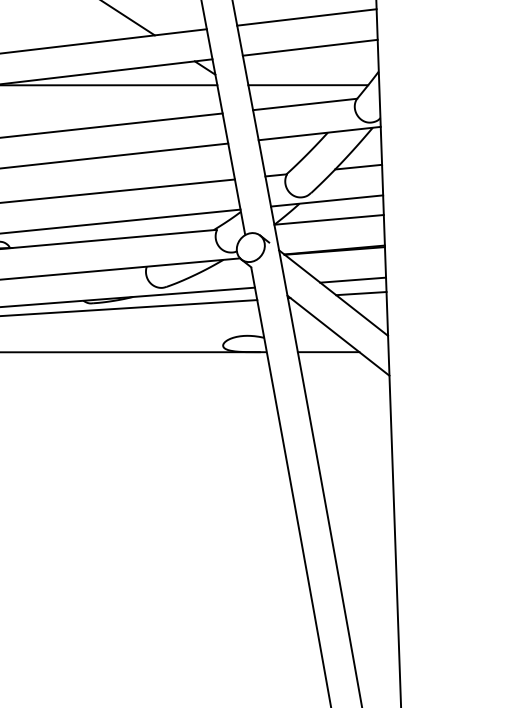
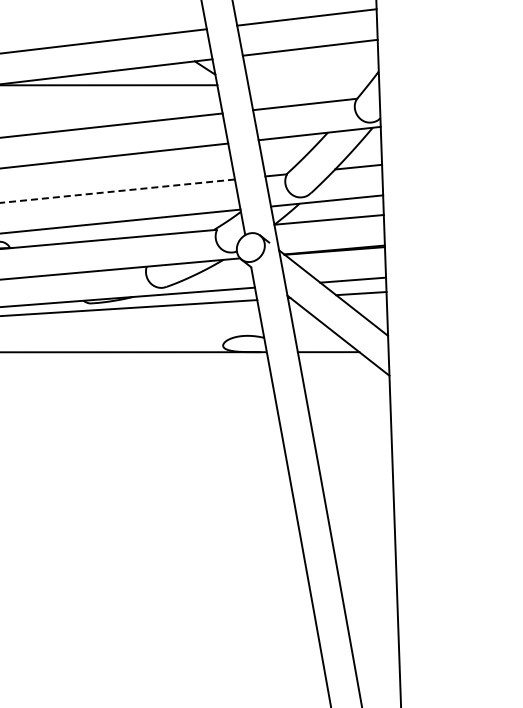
line at (129, 18): present -> none
line at (308, 85): present -> none
line at (117, 191): solid -> dashed
